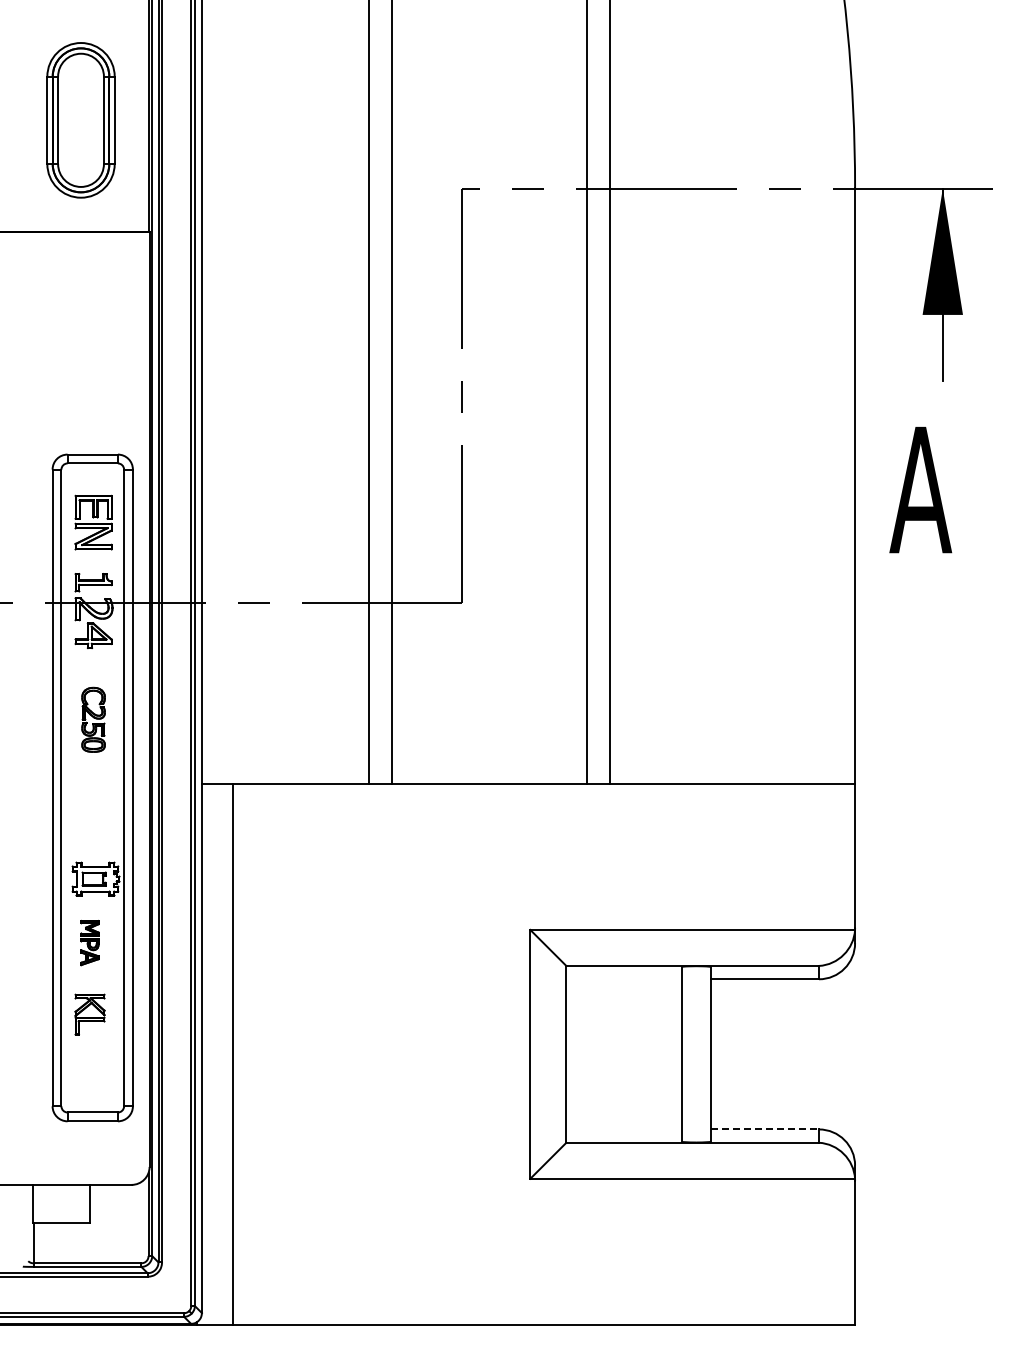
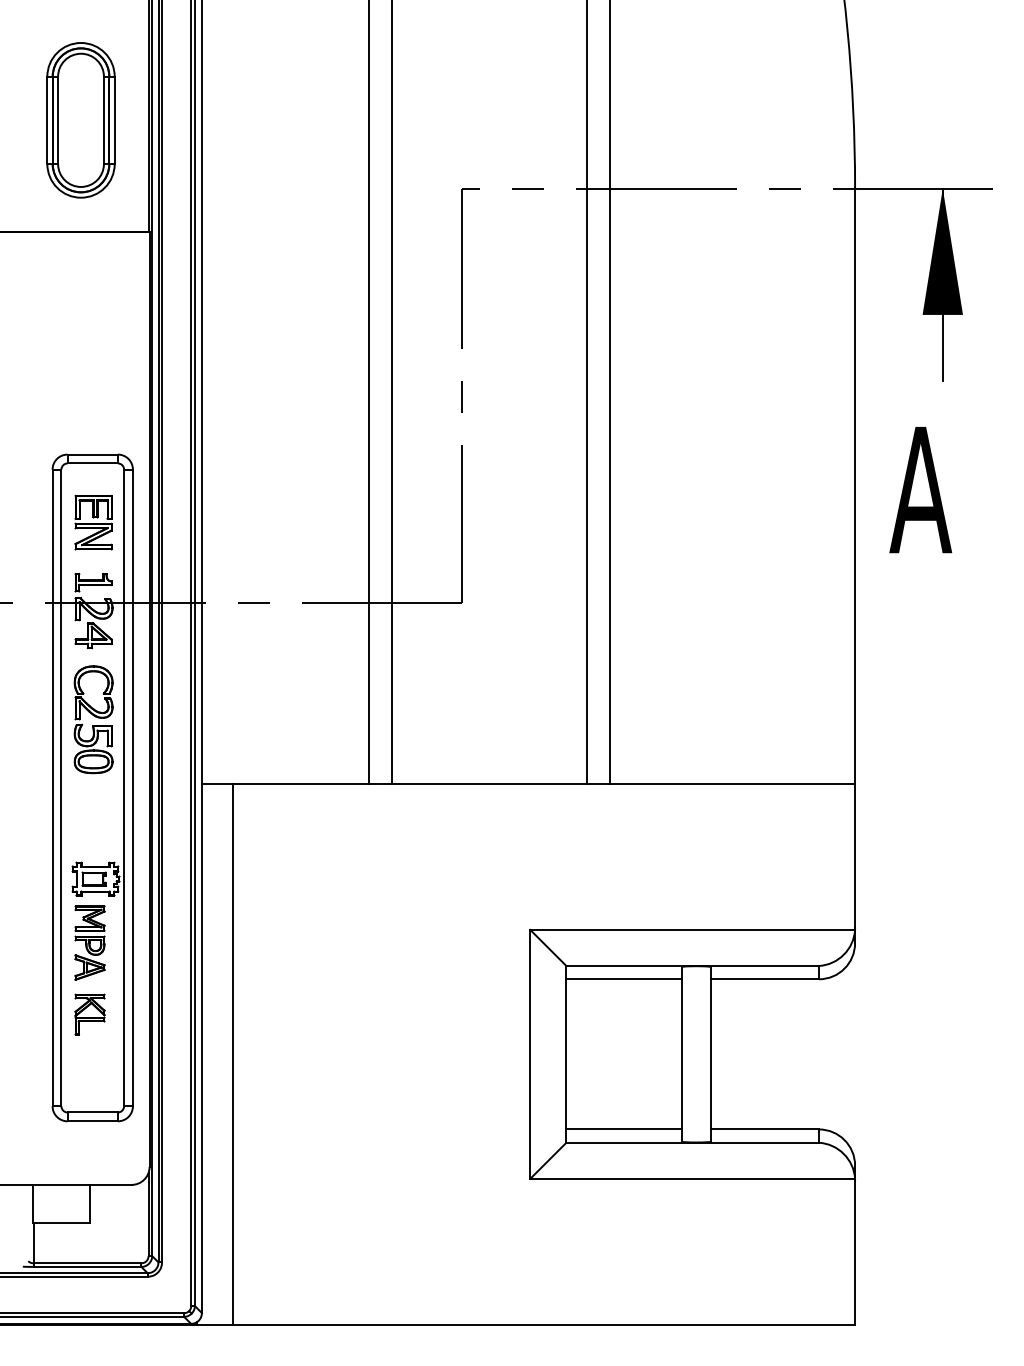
part at (93, 719) size: 25x67 px -> 41x110 px
part at (89, 943) size: 20x47 px -> 32x76 px
line at (623, 979): none -> present
line at (623, 1129): none -> present
line at (765, 1129): dashed -> solid
